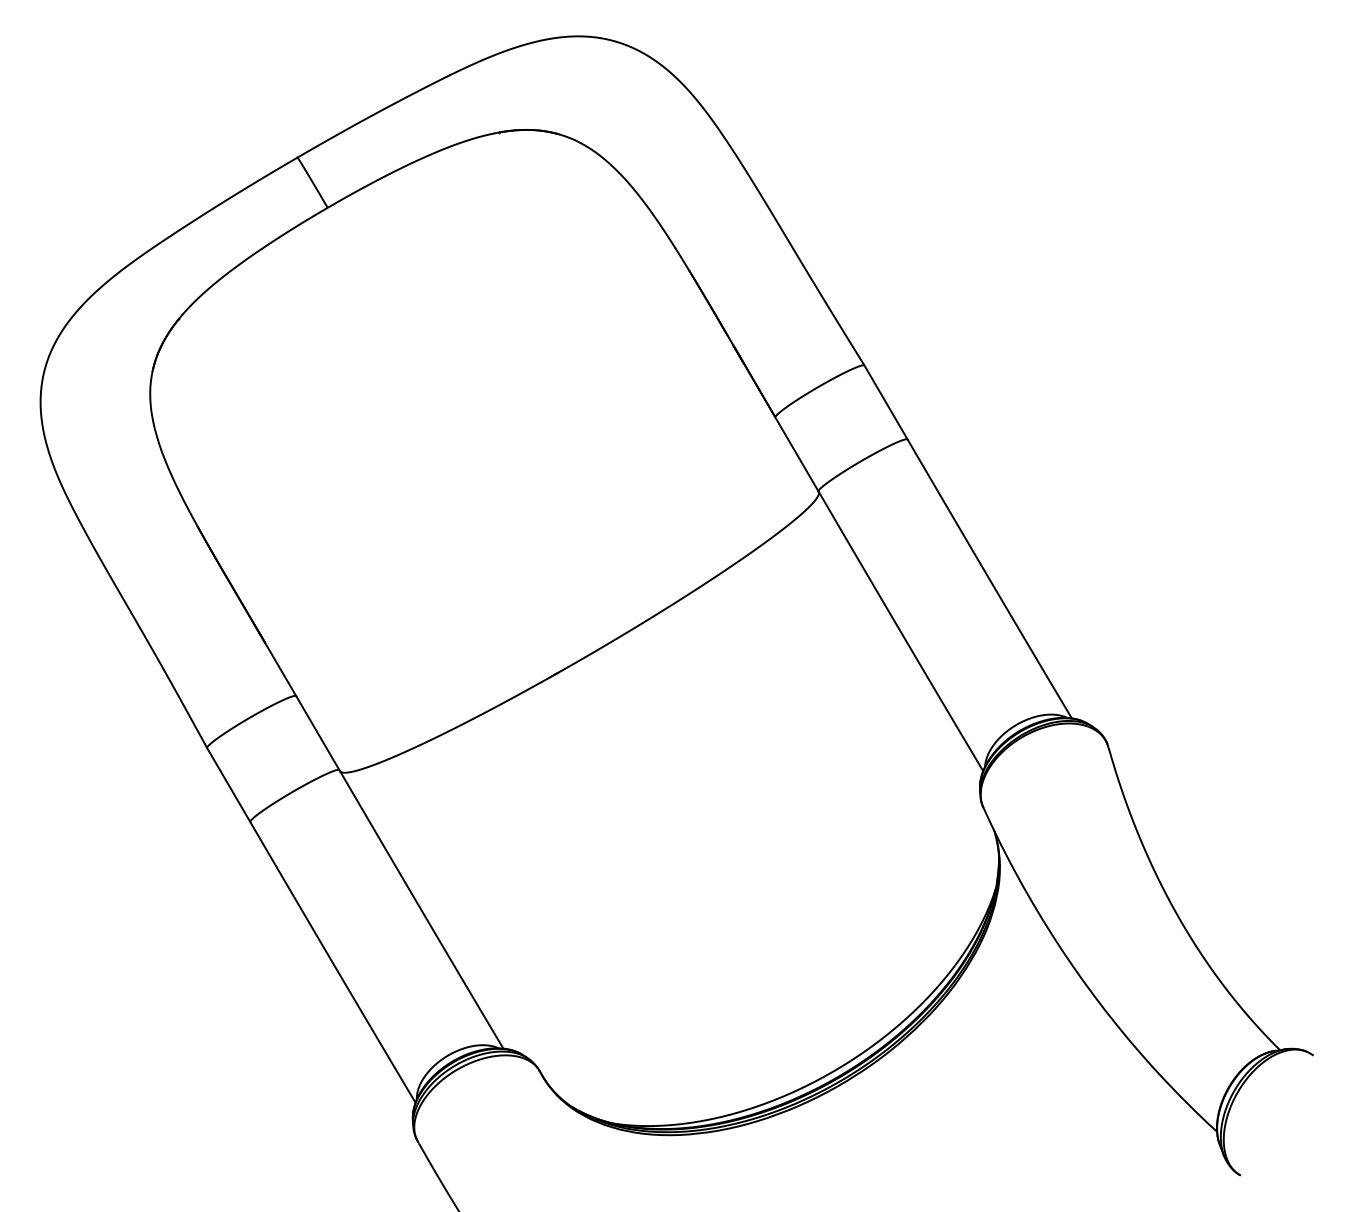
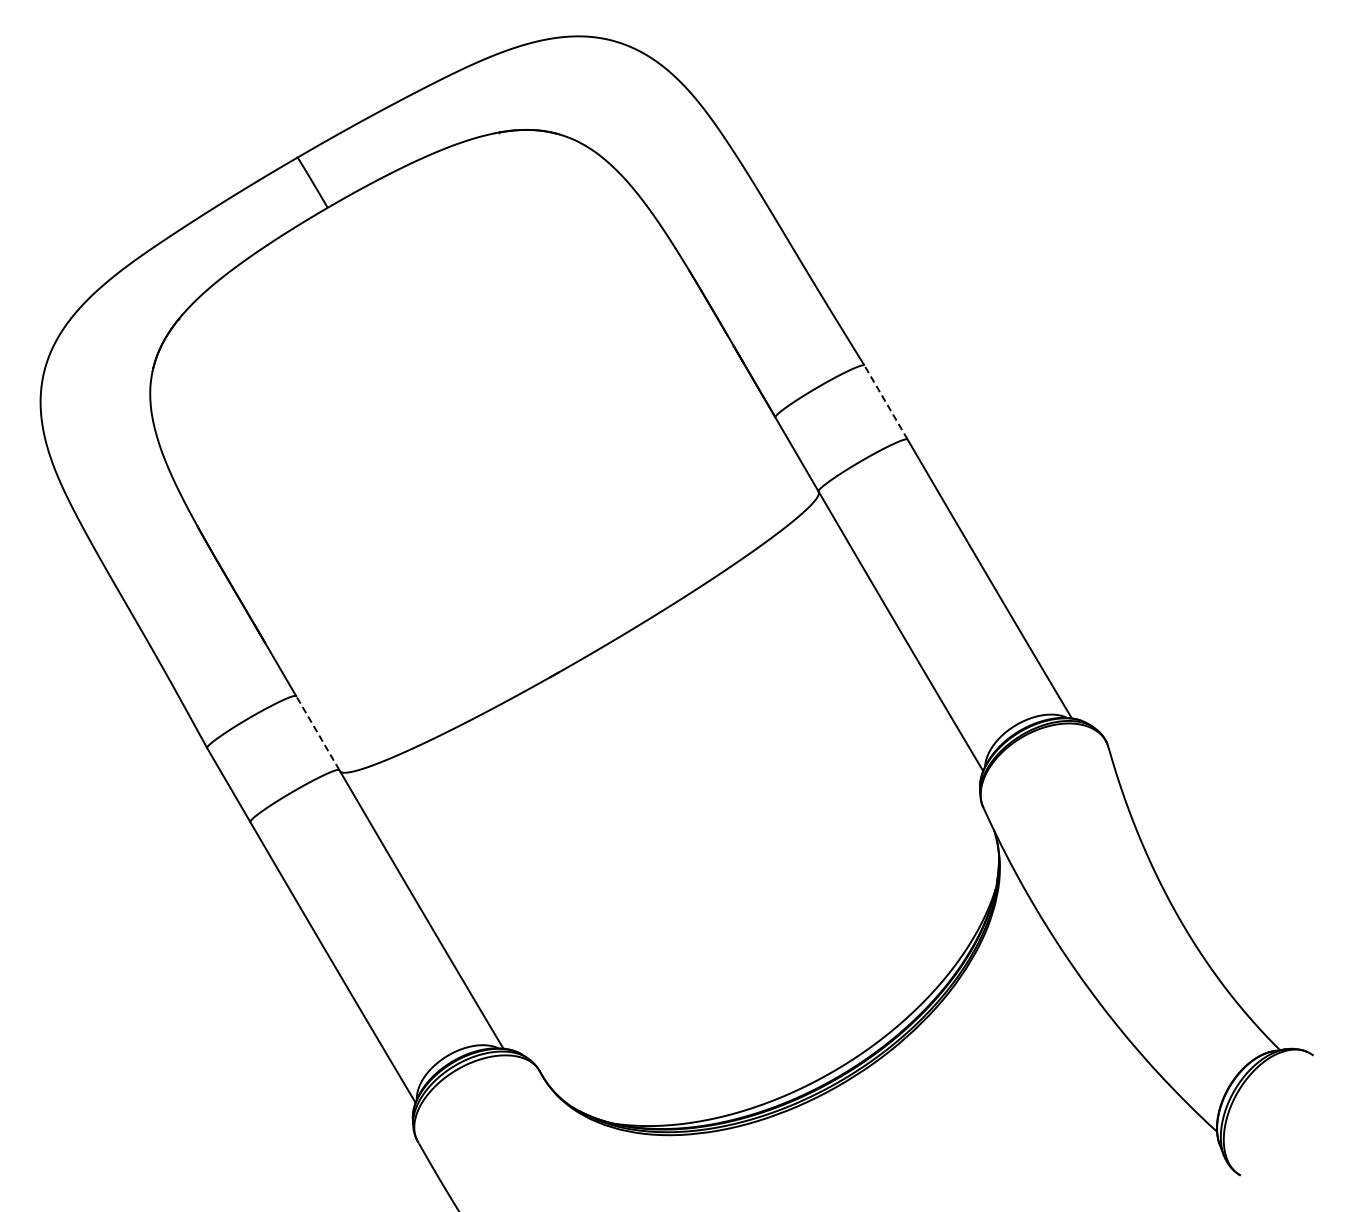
line at (886, 402): solid -> dashed
line at (317, 733): solid -> dashed
